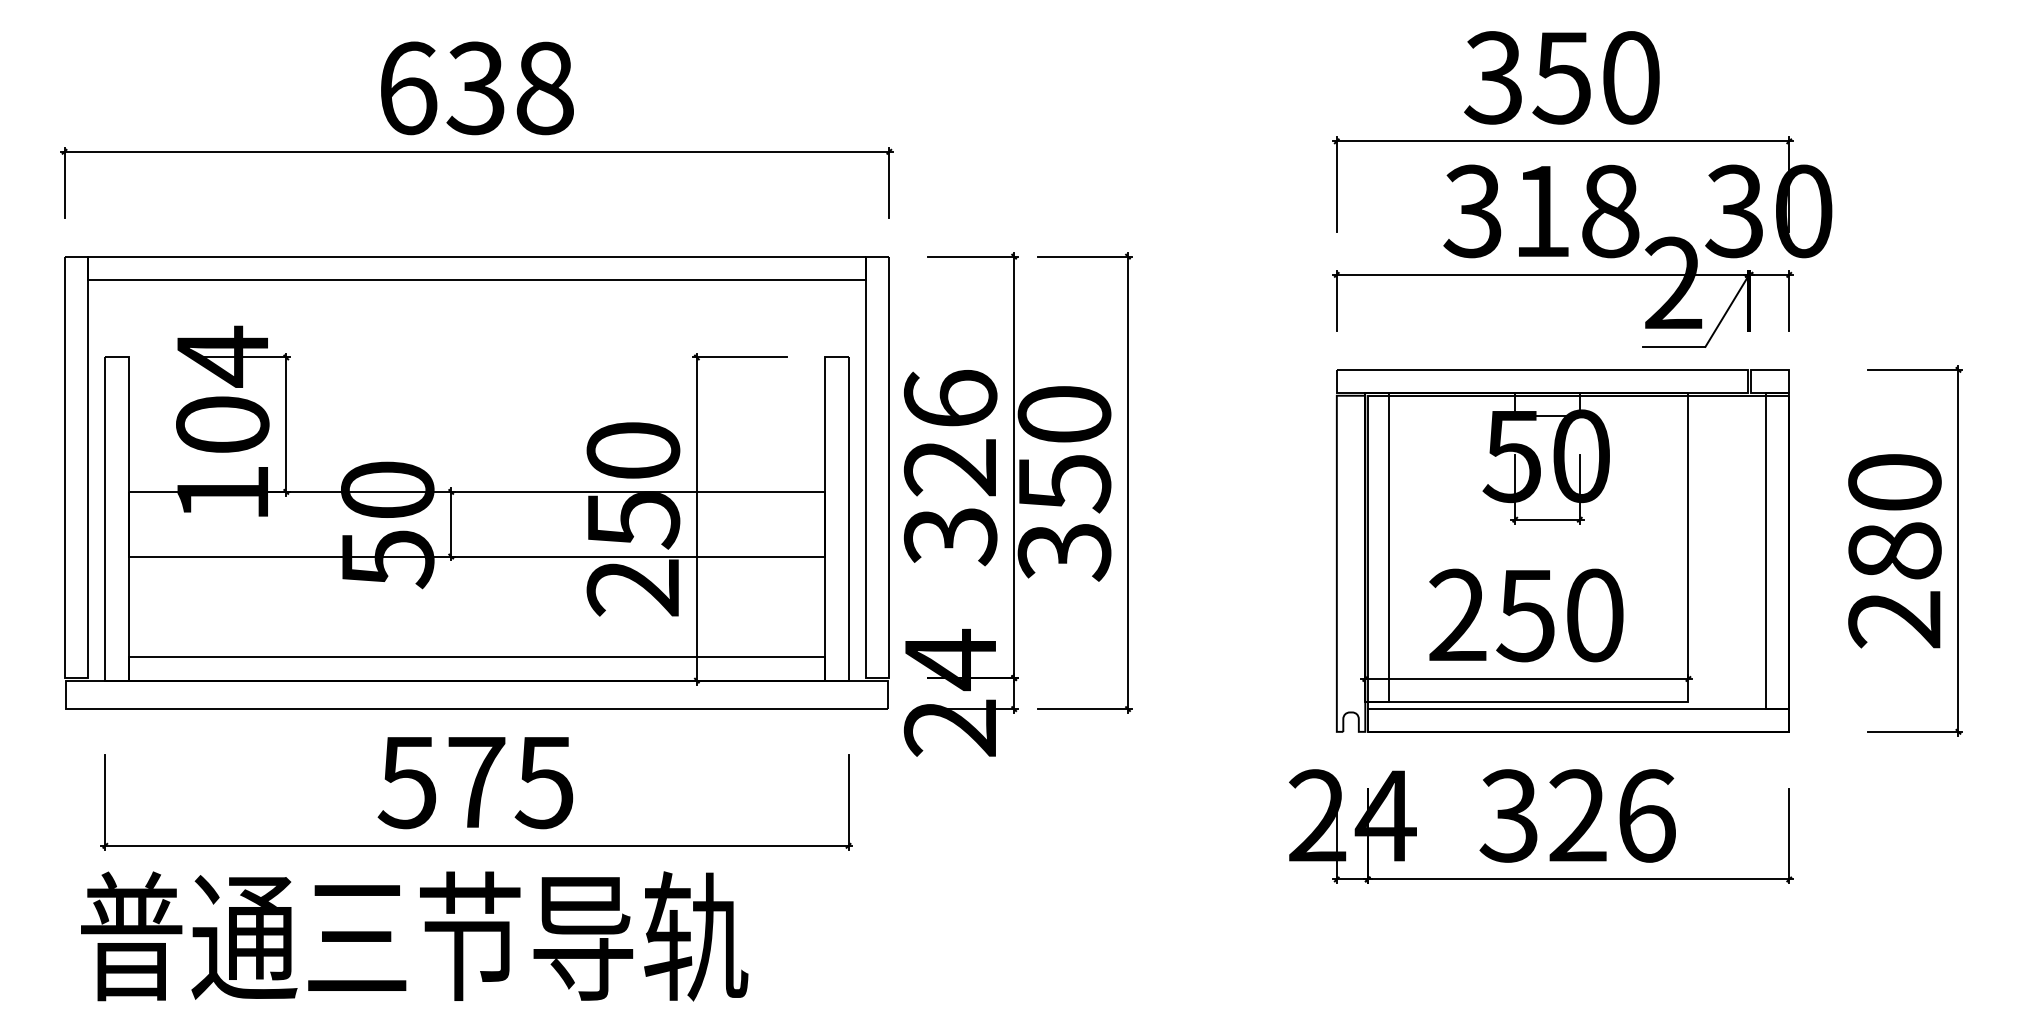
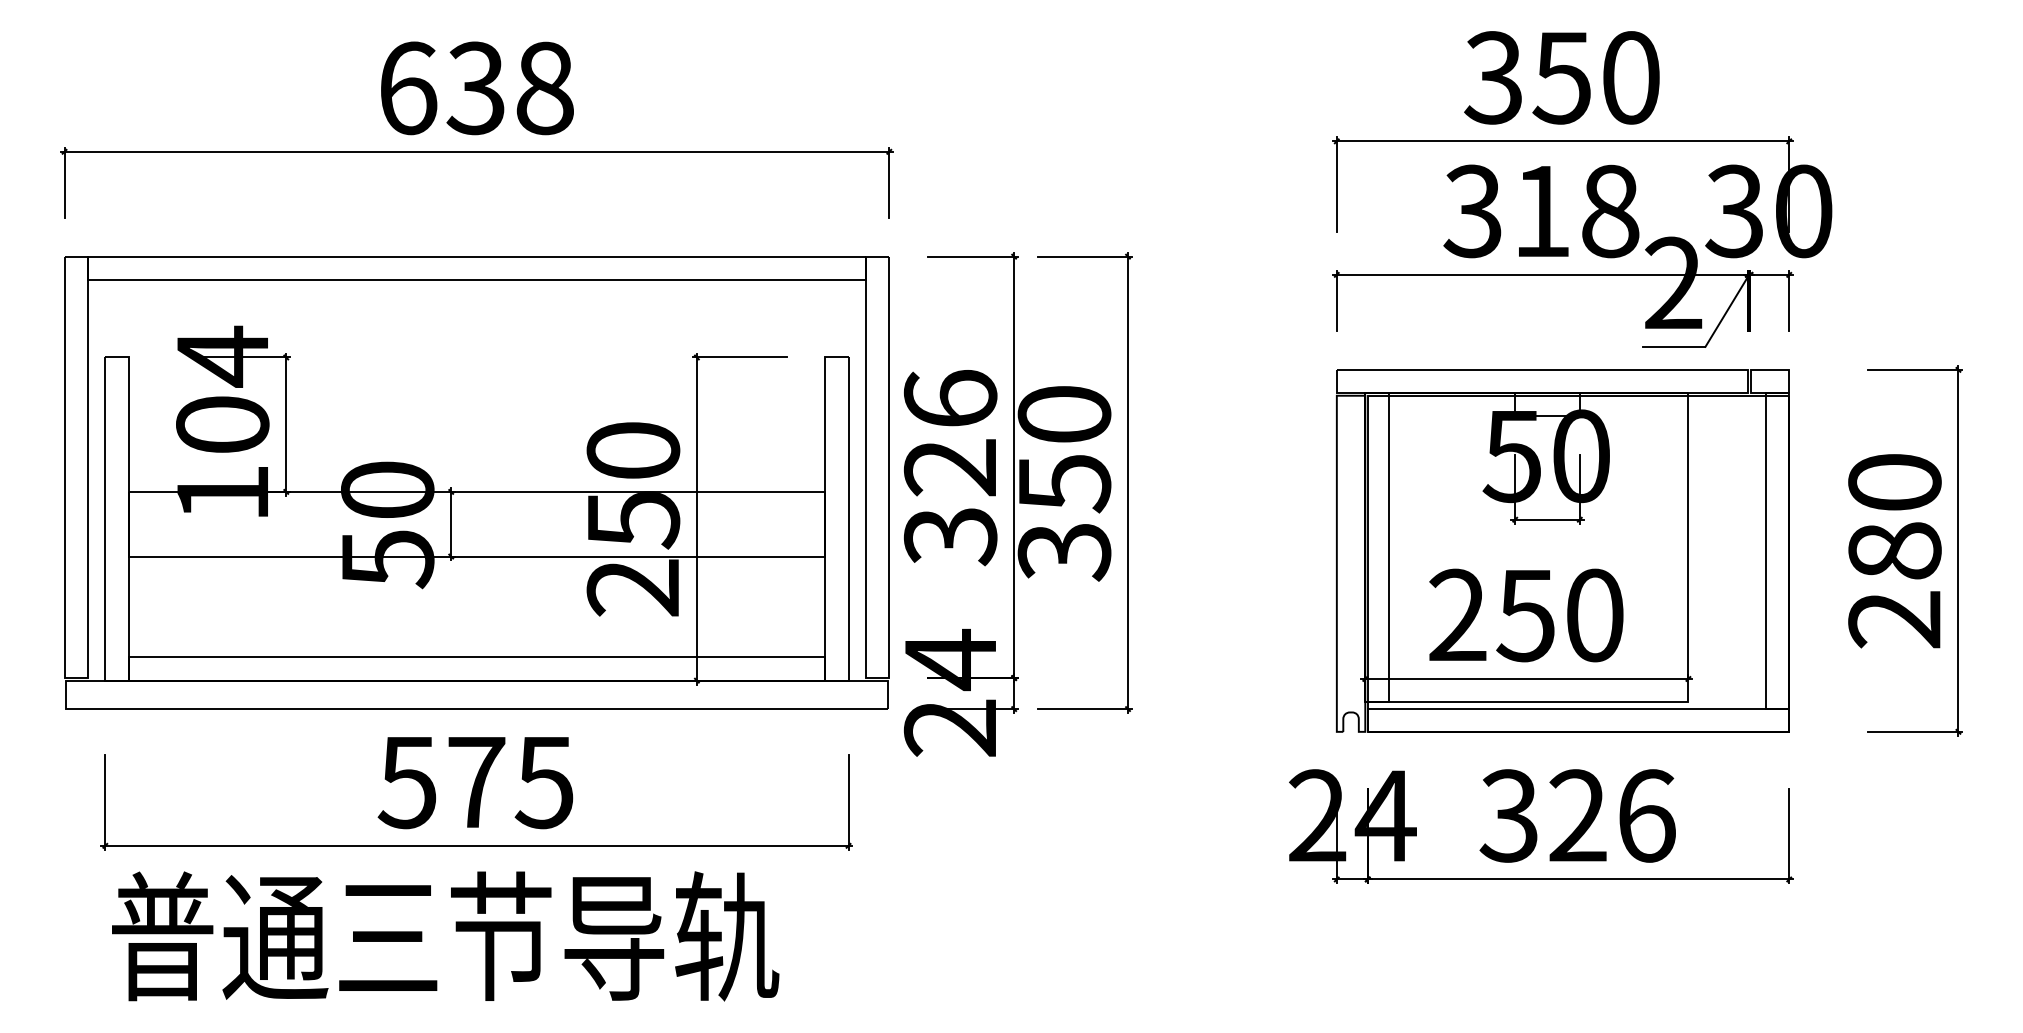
text at (414, 936) position: (414, 936) -> (445, 936)
